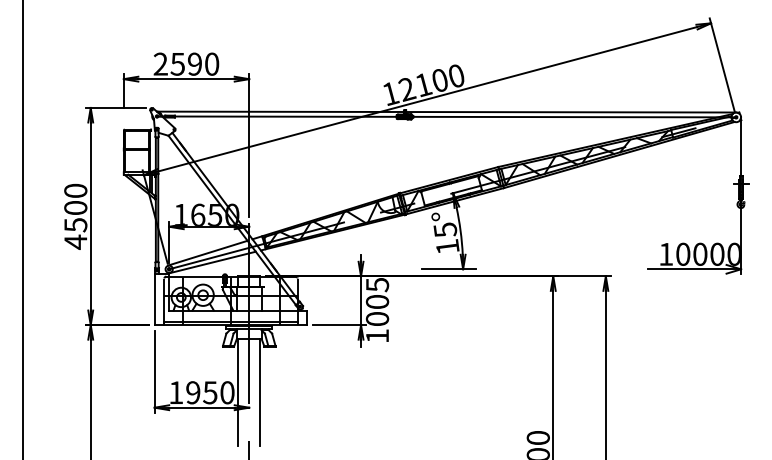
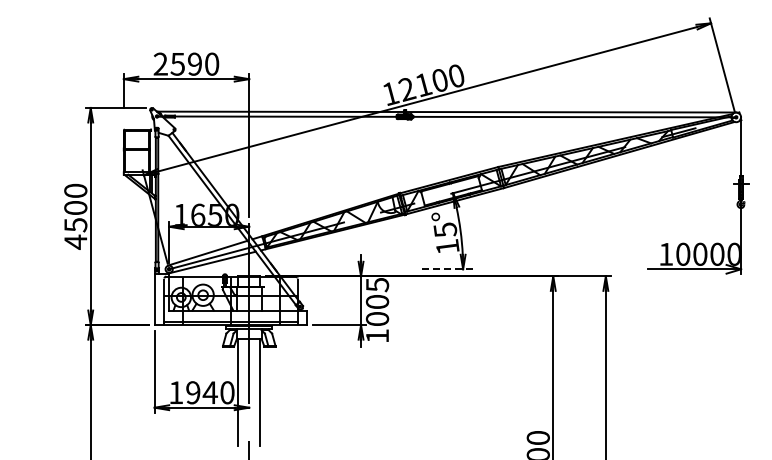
line at (23, 229): present -> none
line at (449, 269): solid -> dashed
text at (209, 392): 1950 -> 1940
